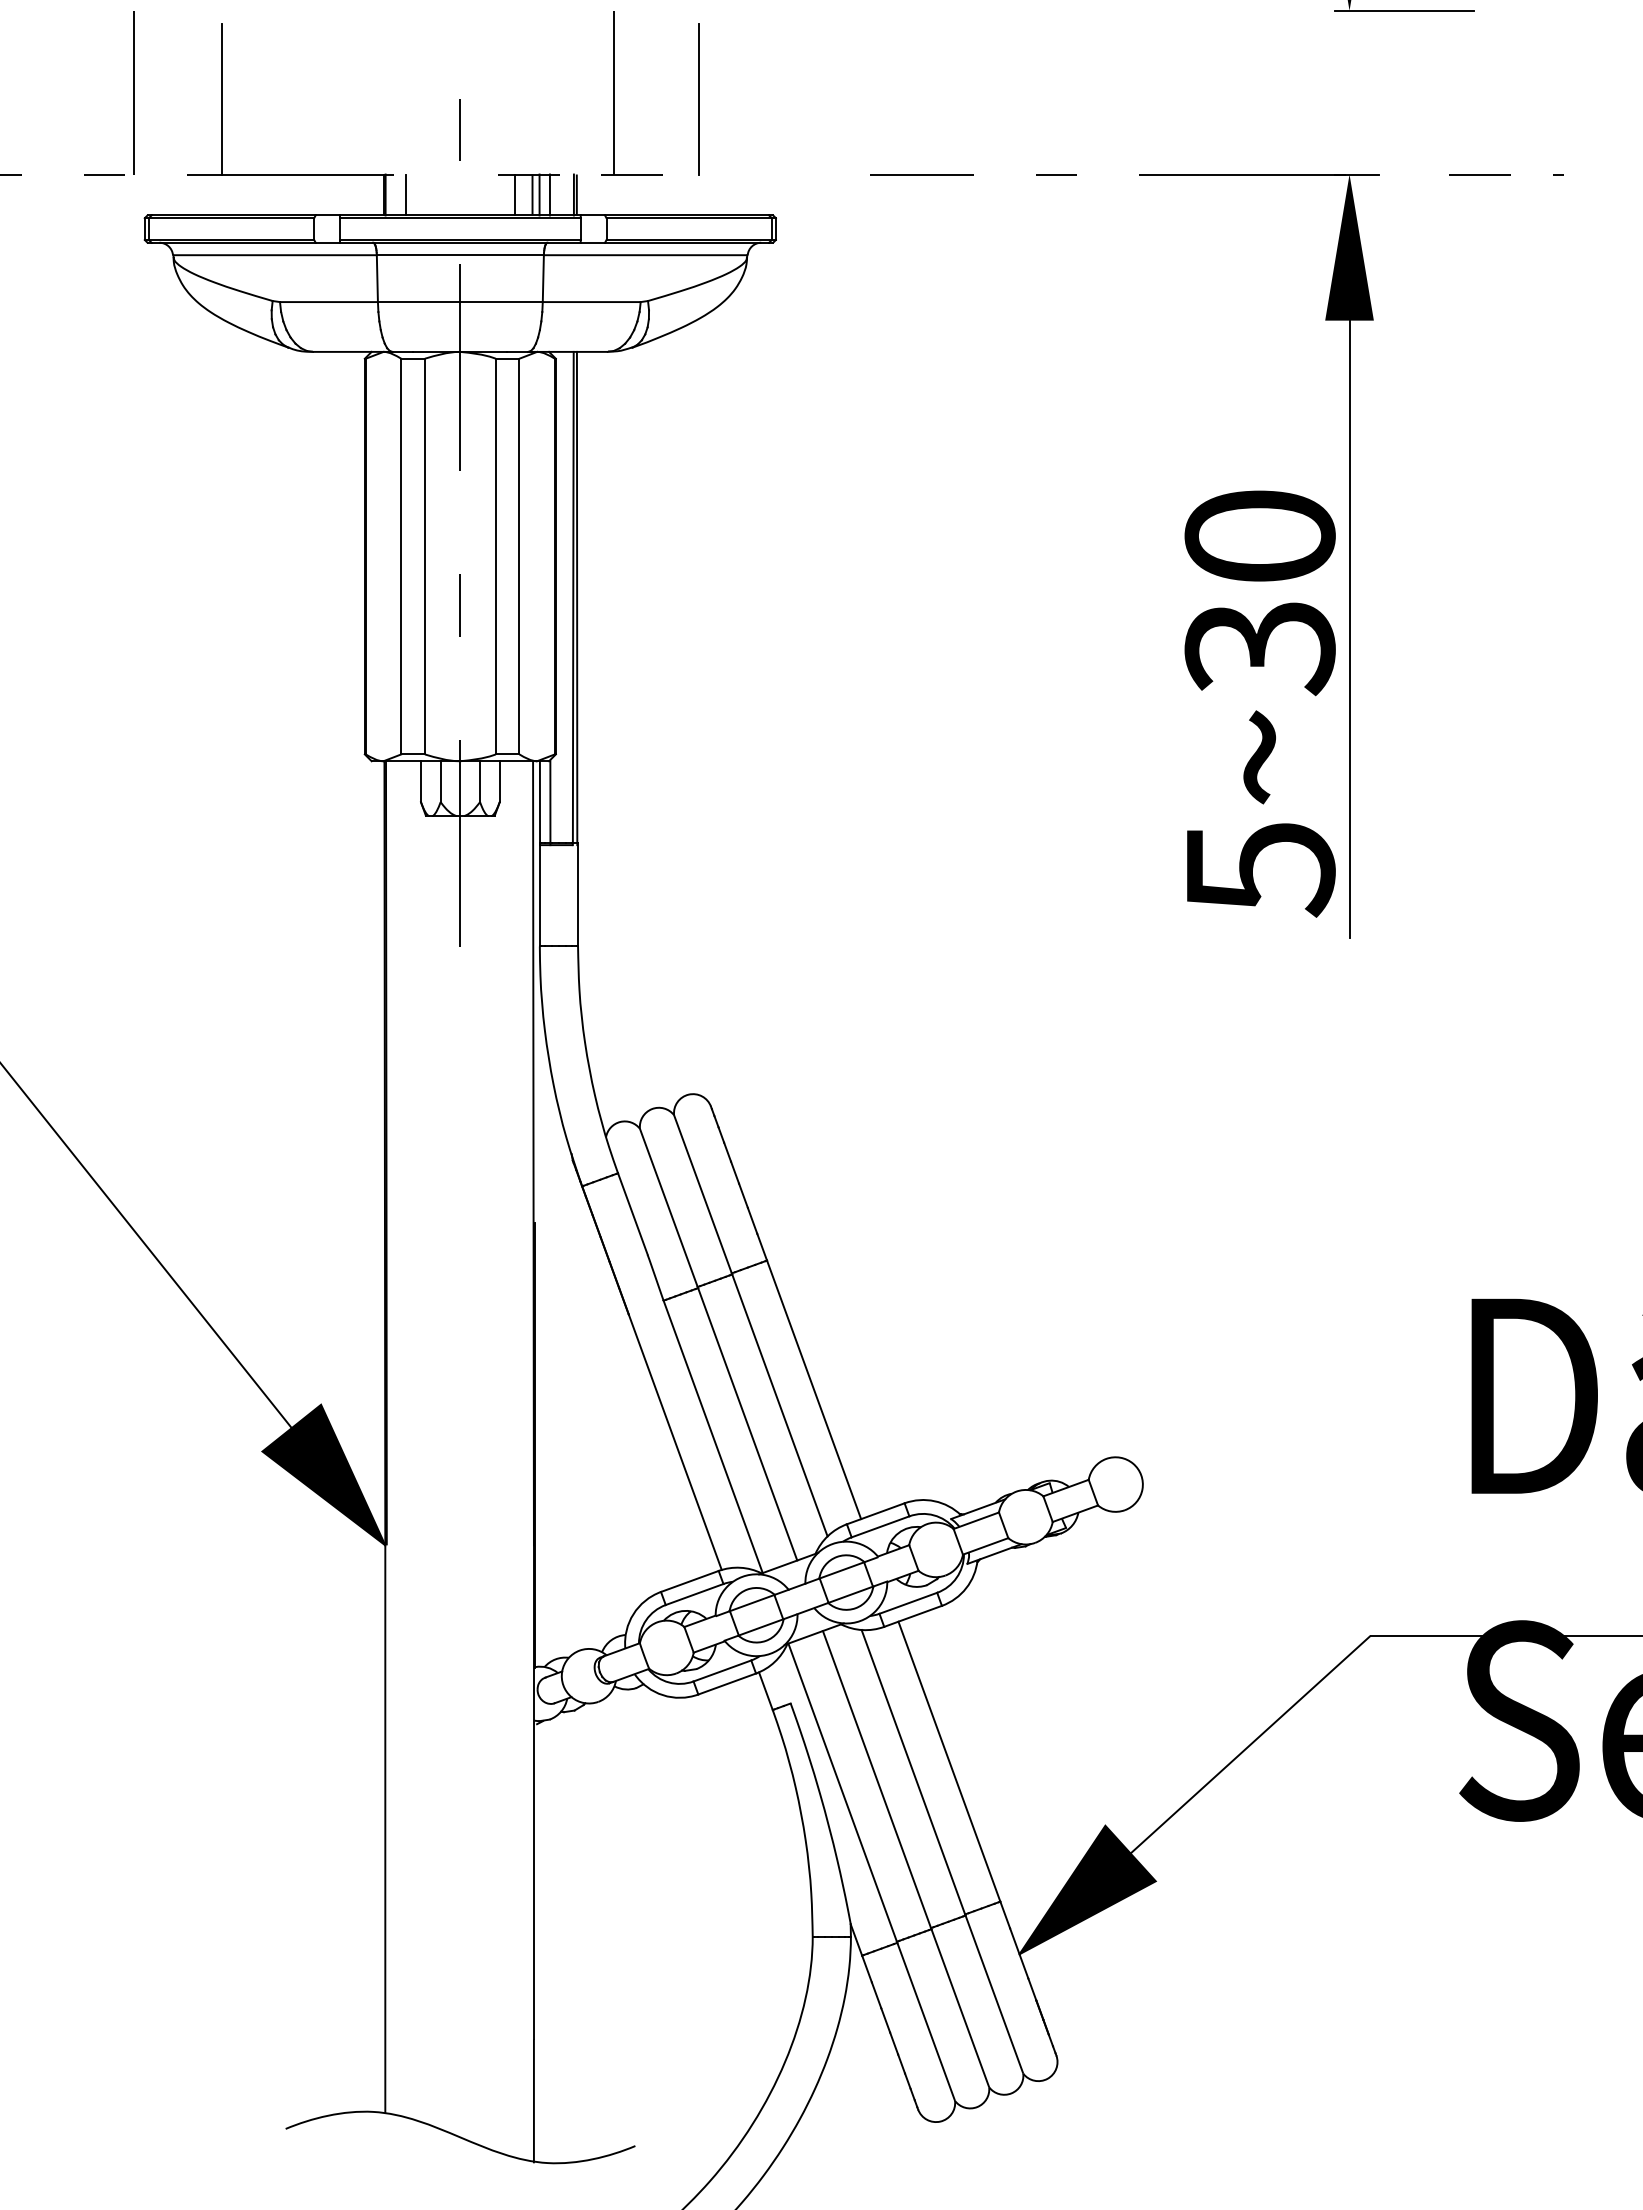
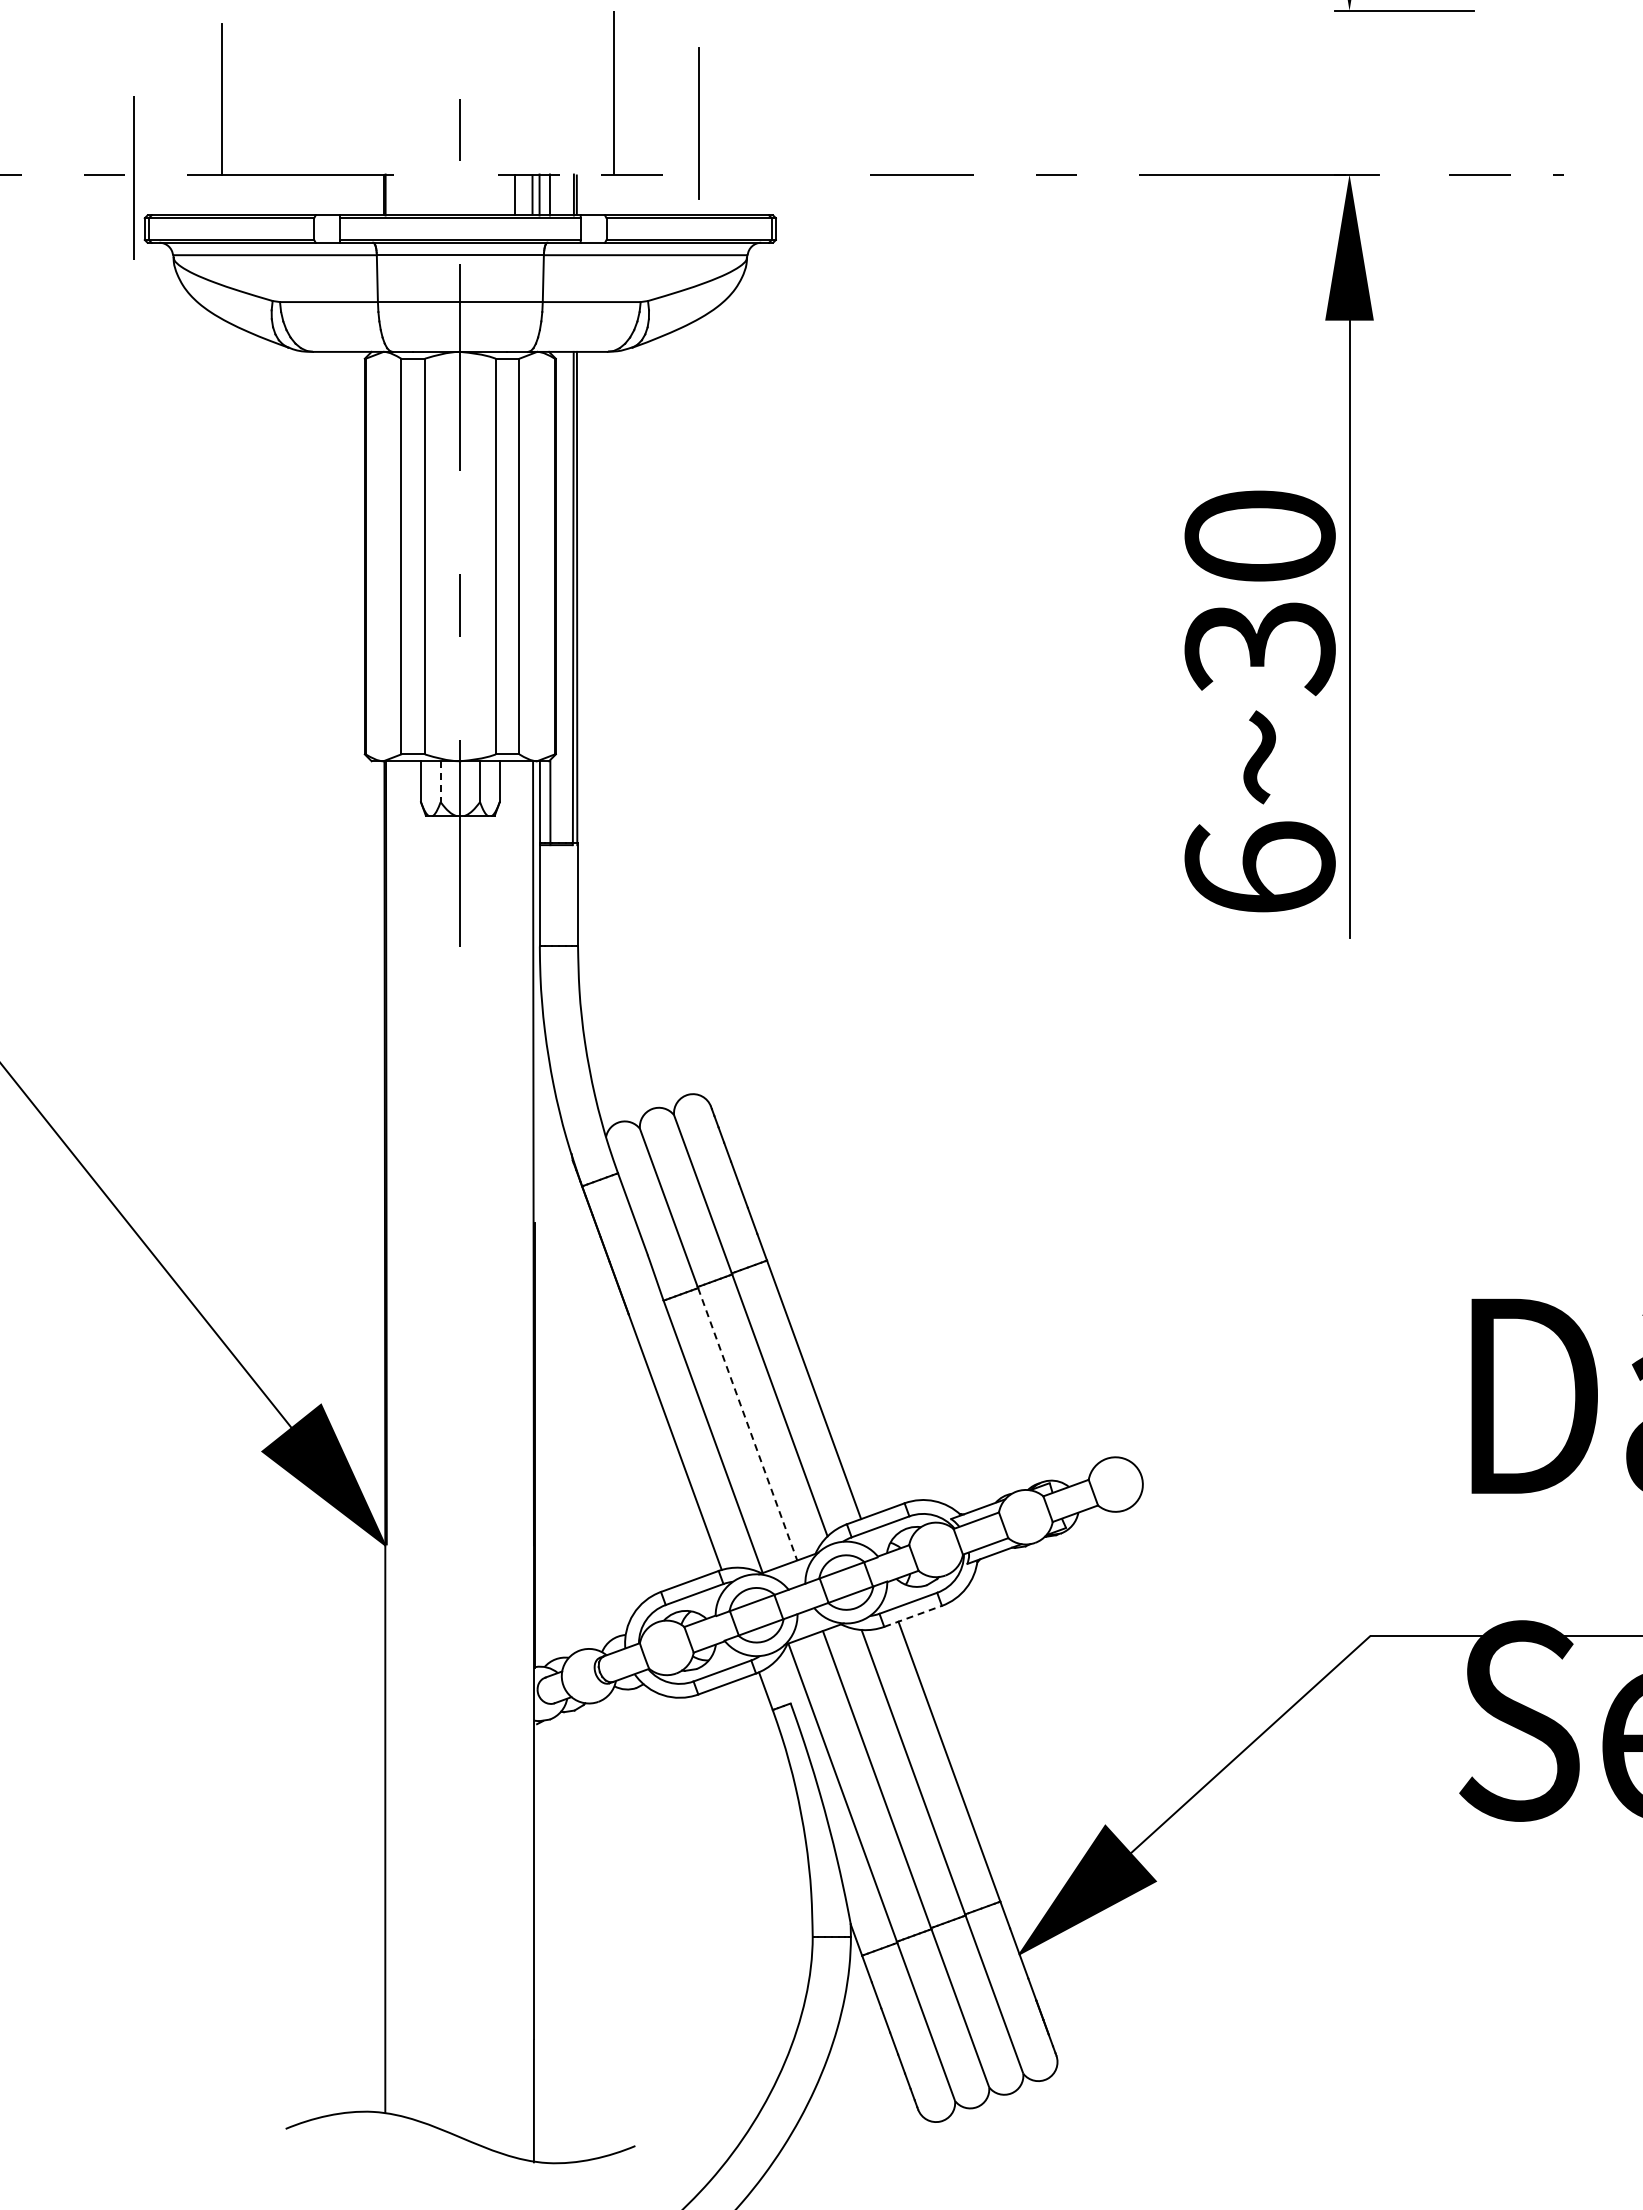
line at (133, 92) position: (133, 92) -> (133, 177)
line at (698, 99) position: (698, 99) -> (698, 123)
line at (405, 194): present -> none
line at (440, 782): solid -> dashed
text at (1259, 869): 5~30 -> 6~30
line at (747, 1424): solid -> dashed
line at (913, 1616): solid -> dashed
